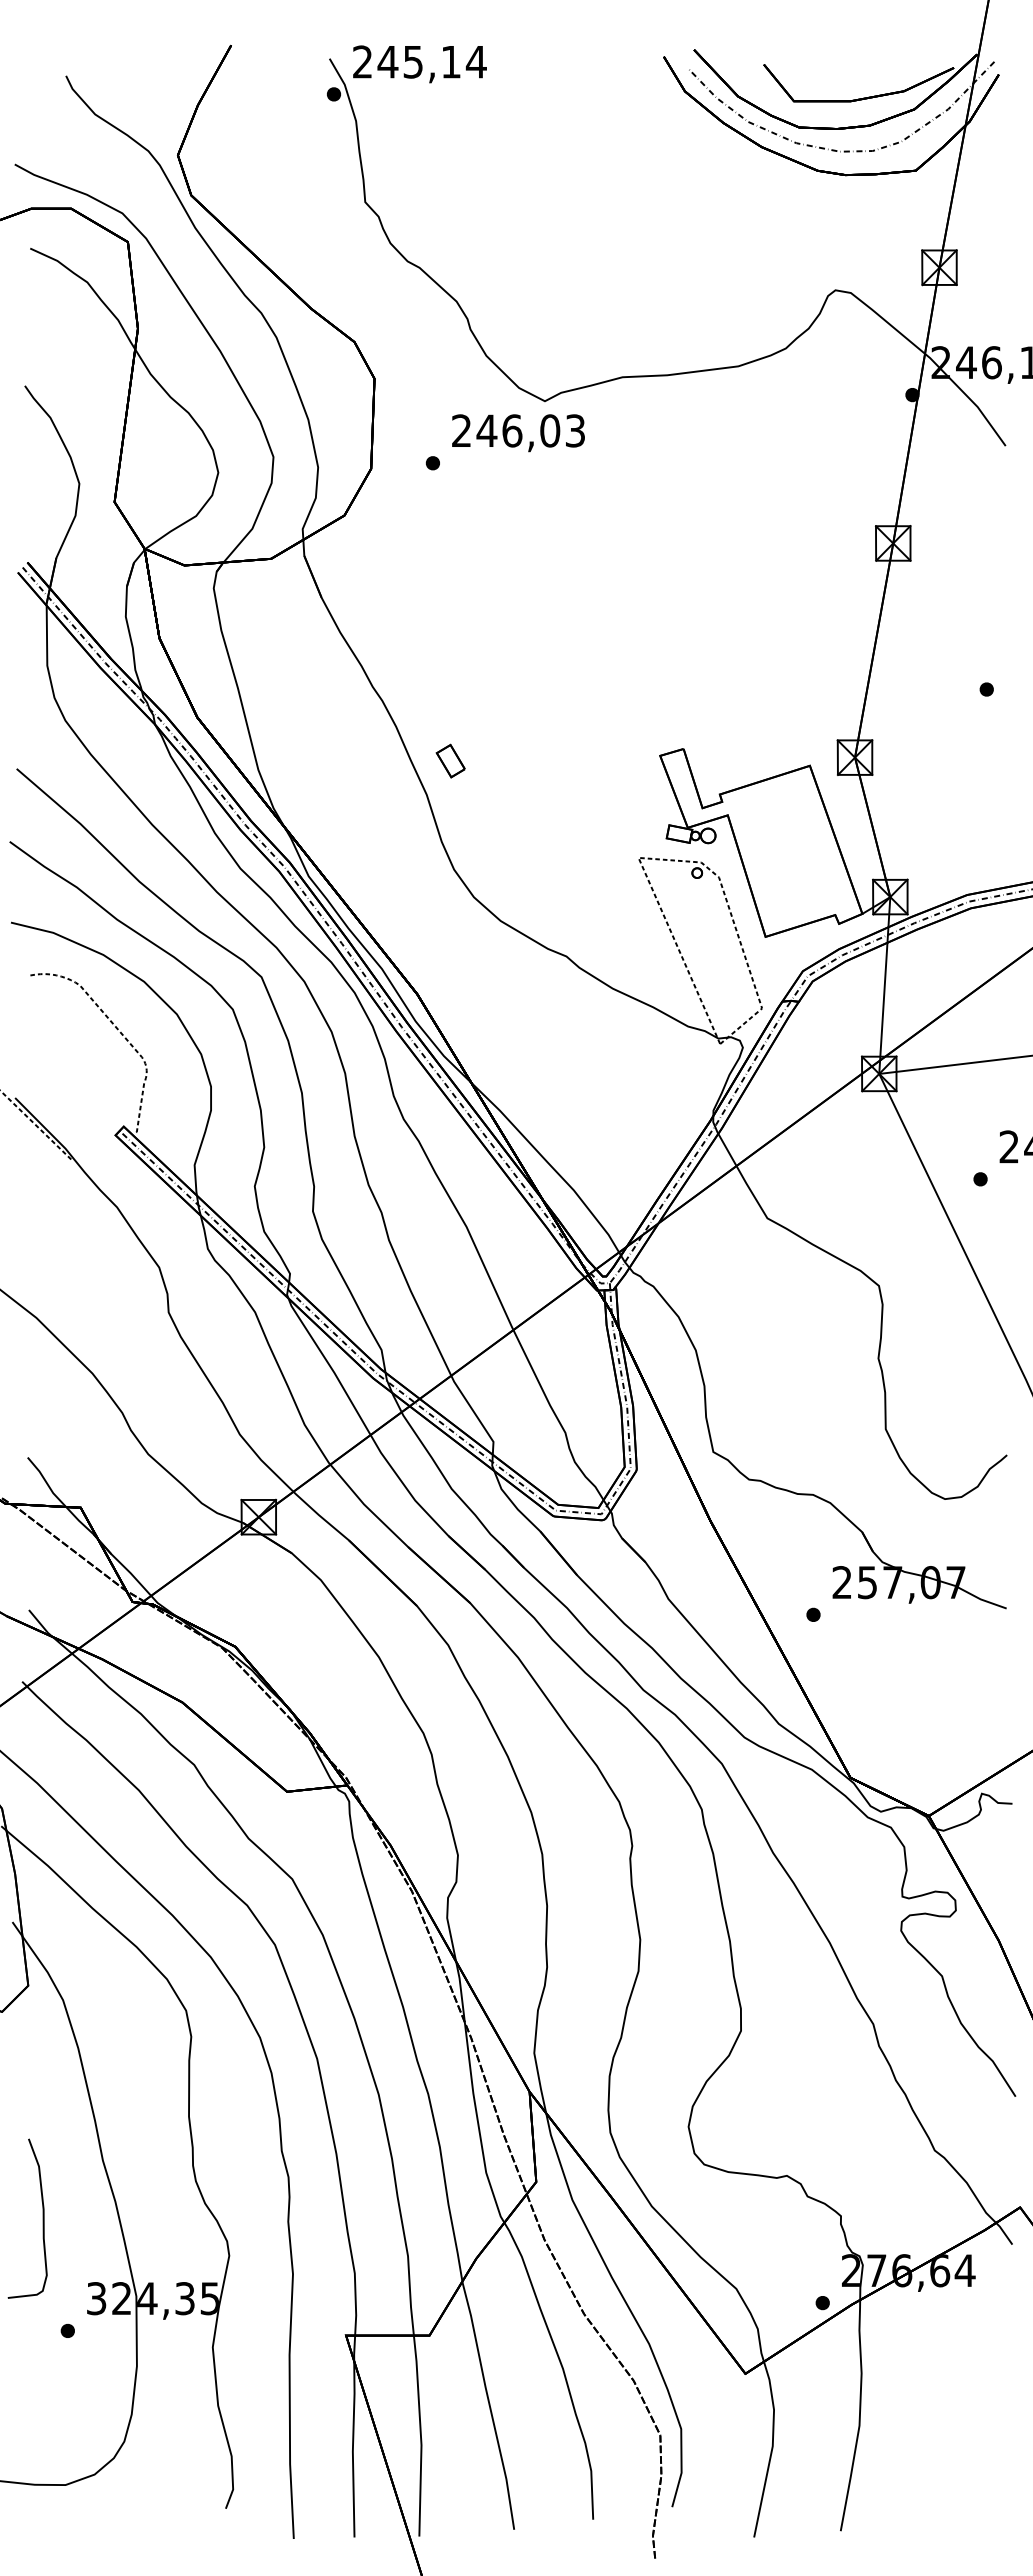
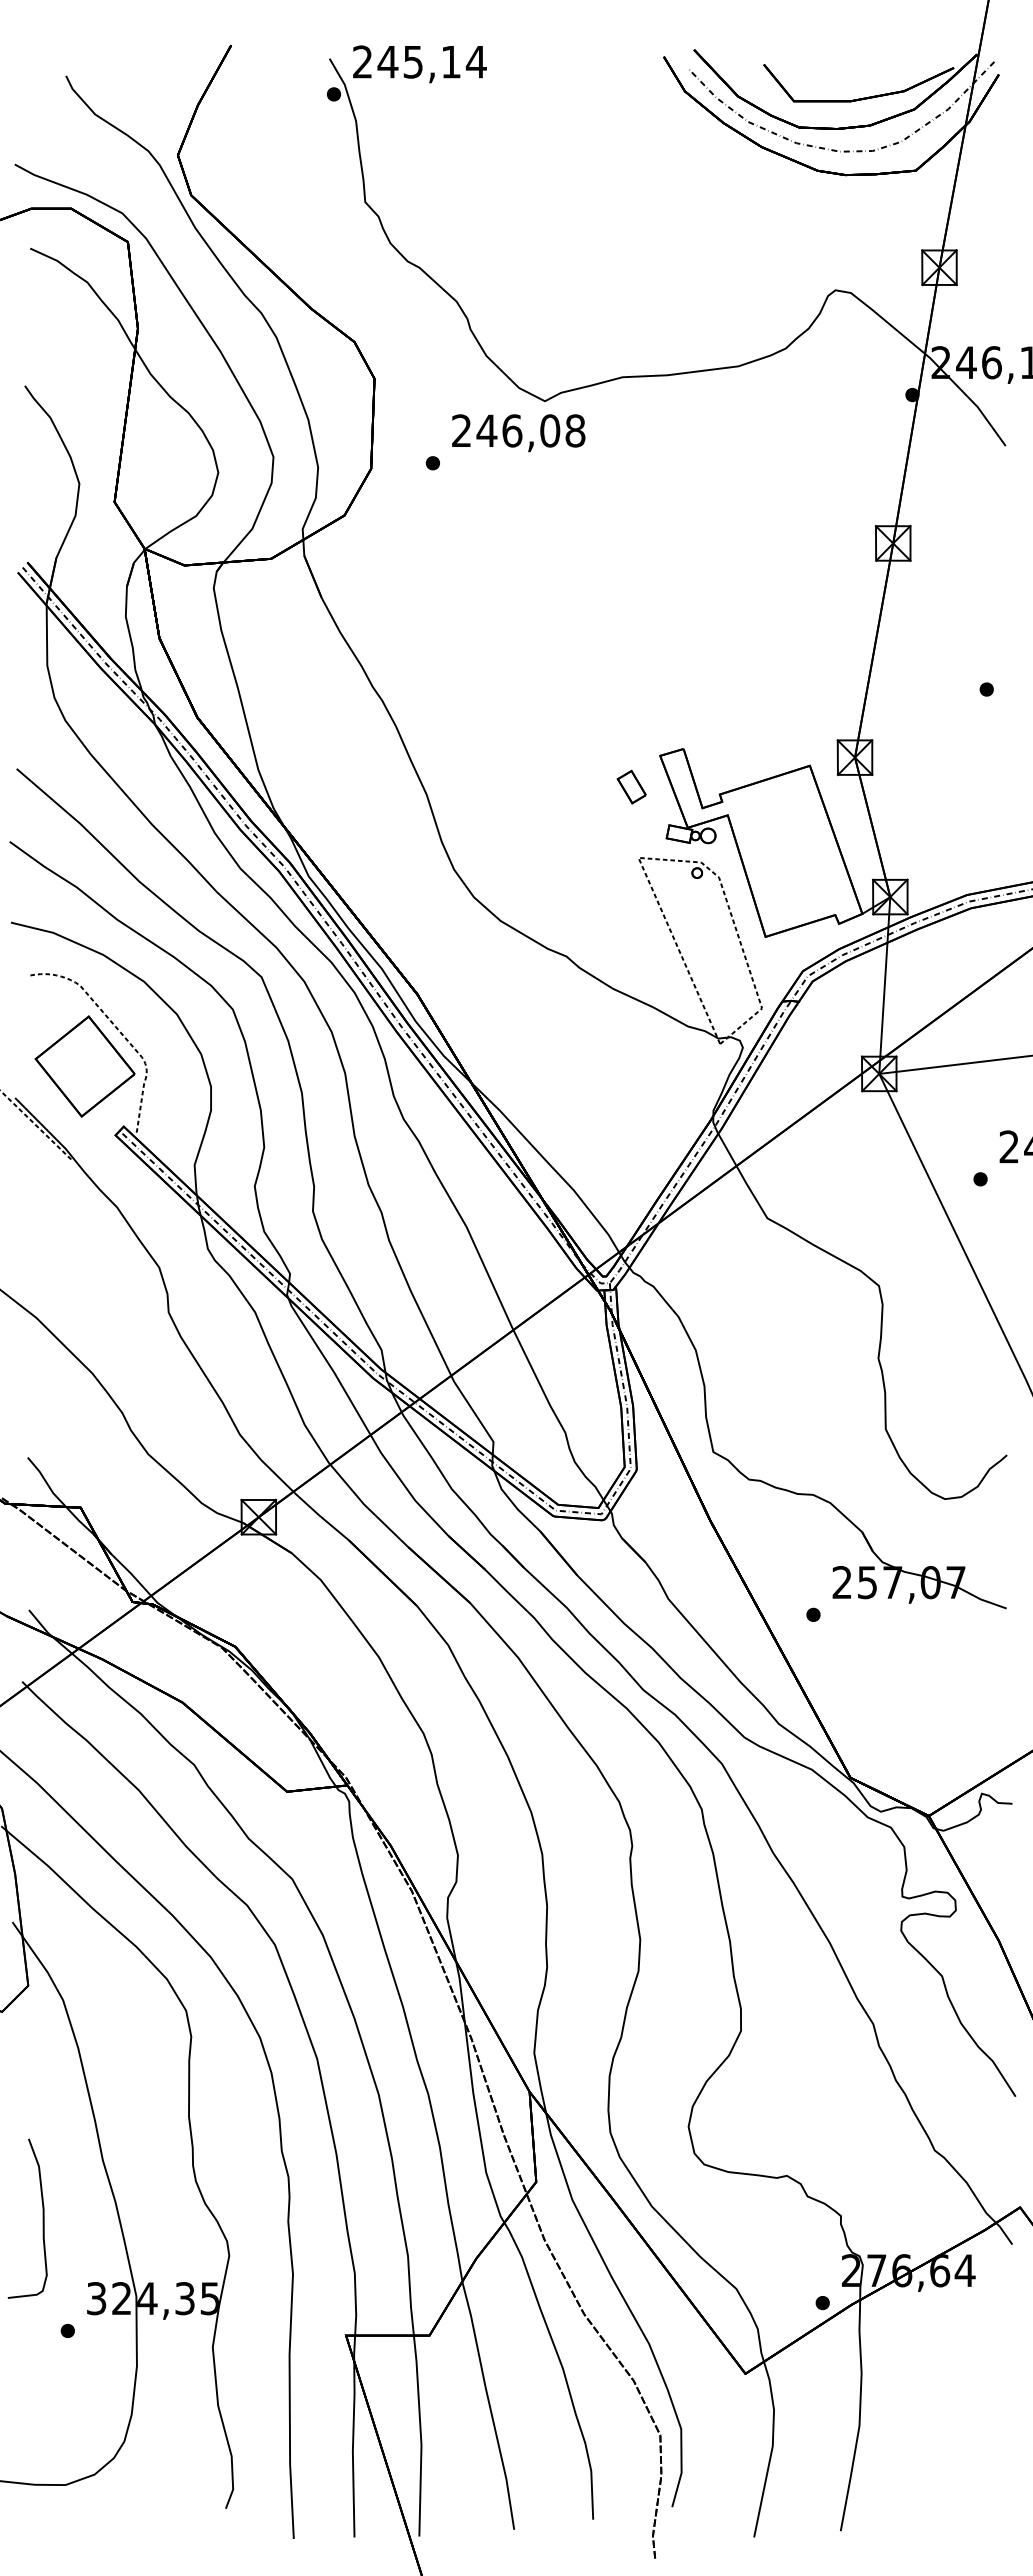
text at (575, 430): 246,03 -> 246,08
part at (450, 760) position: (450, 760) -> (631, 786)
part at (84, 1066): none -> present
